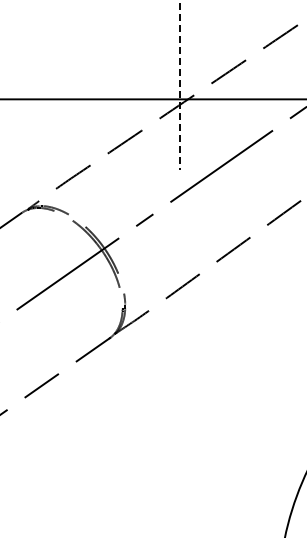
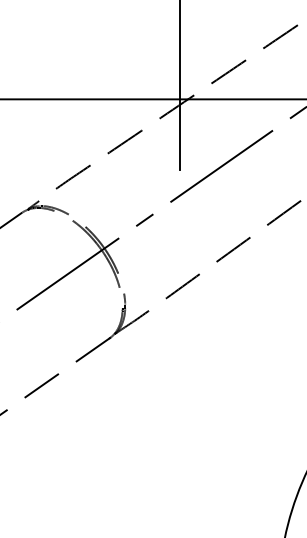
line at (180, 85): dashed -> solid
